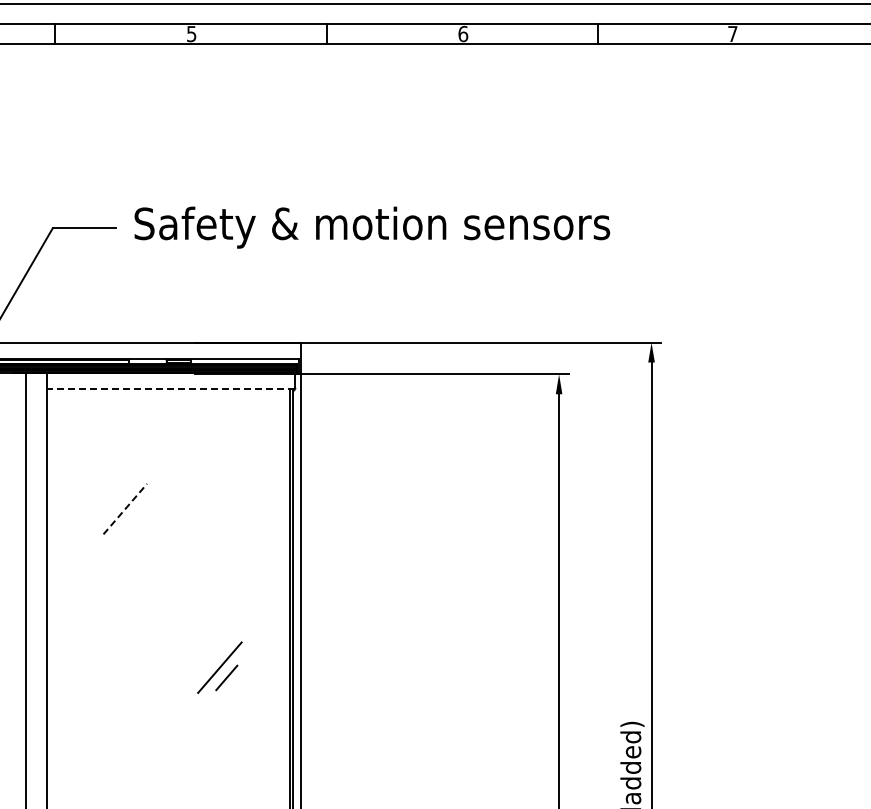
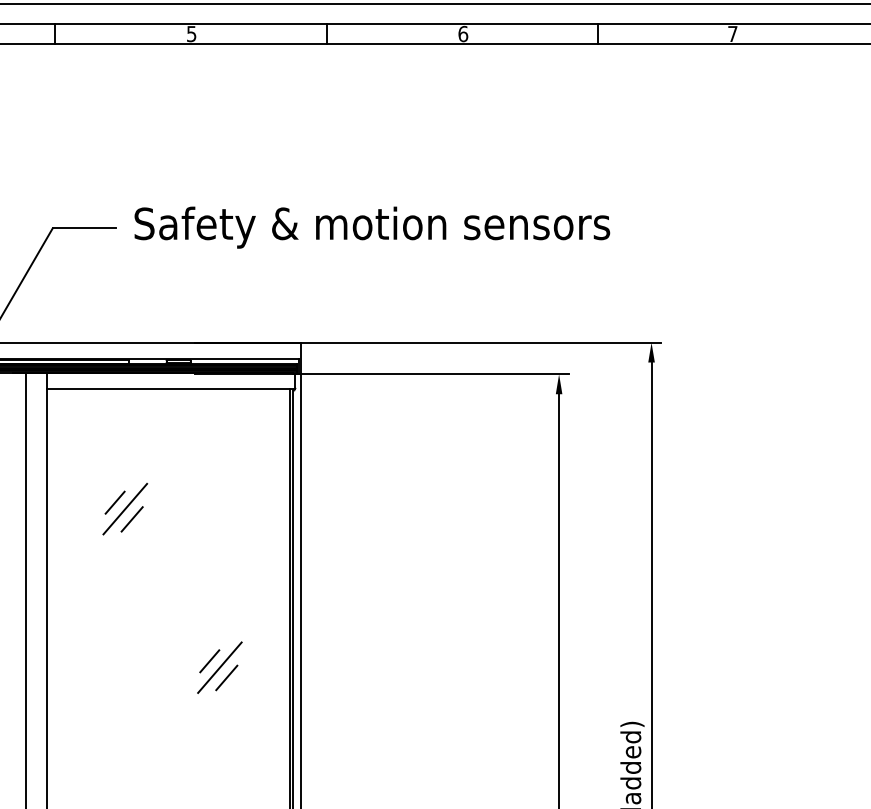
line at (171, 389): dashed -> solid
line at (114, 502): none -> present
line at (125, 508): dashed -> solid
line at (131, 519): none -> present
line at (209, 661): none -> present
